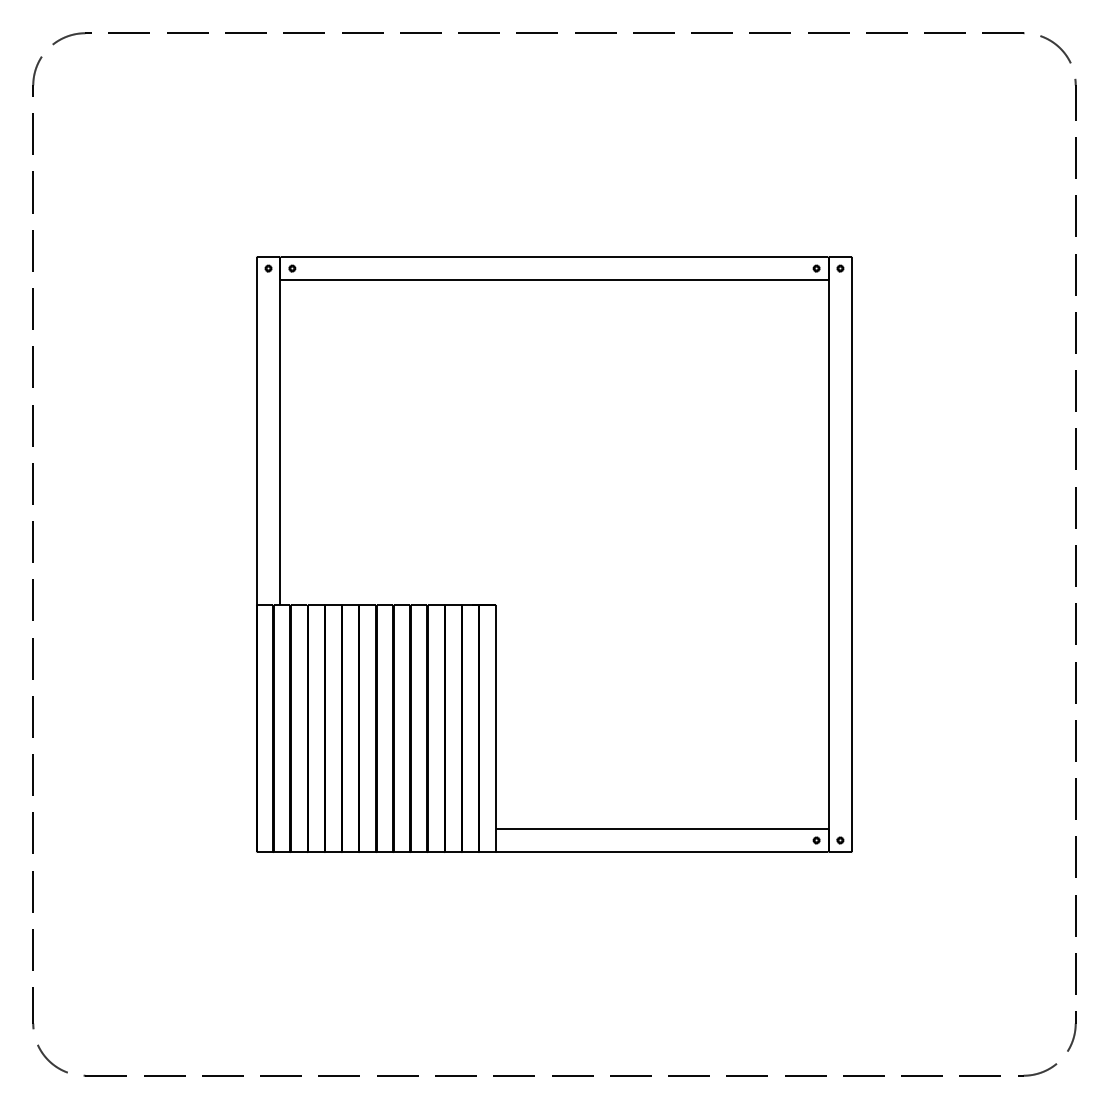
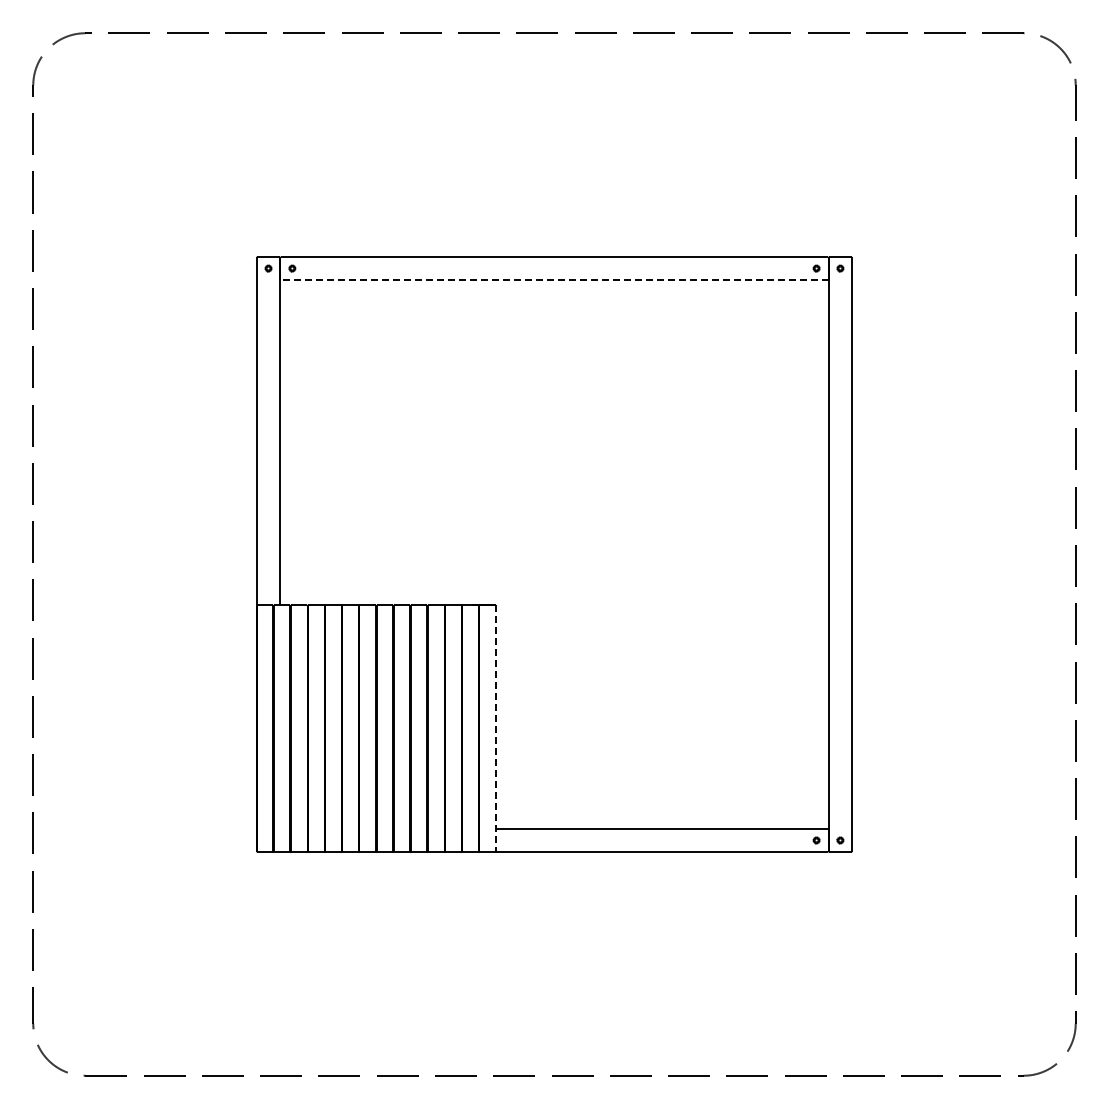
line at (553, 280): solid -> dashed
line at (495, 729): solid -> dashed
